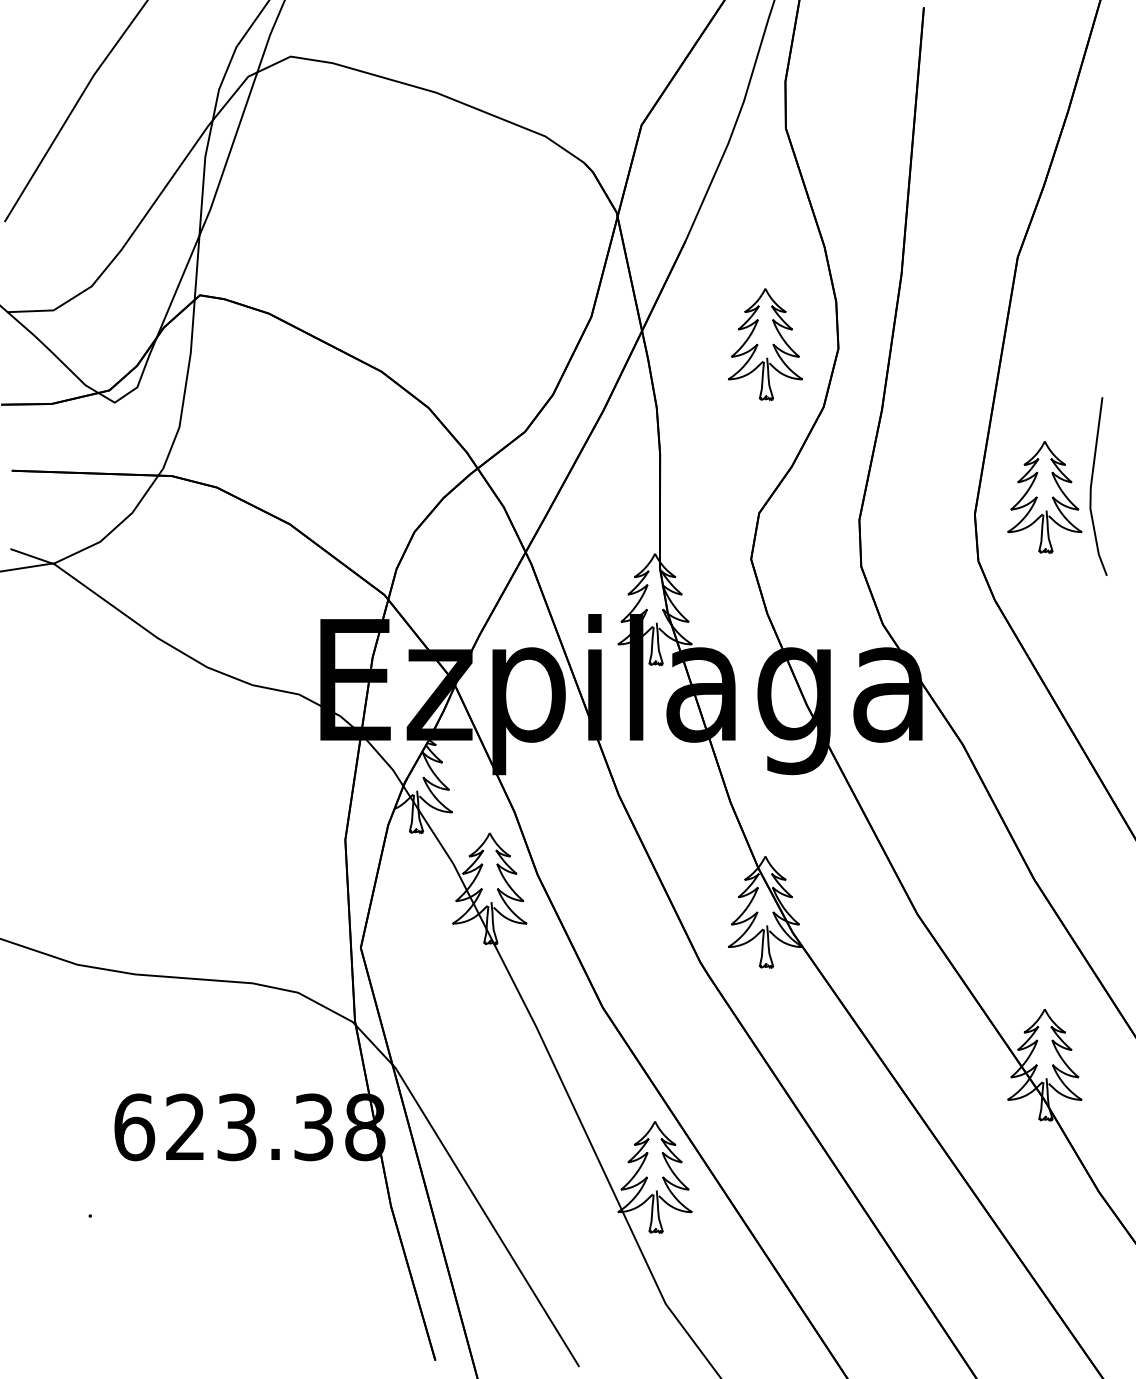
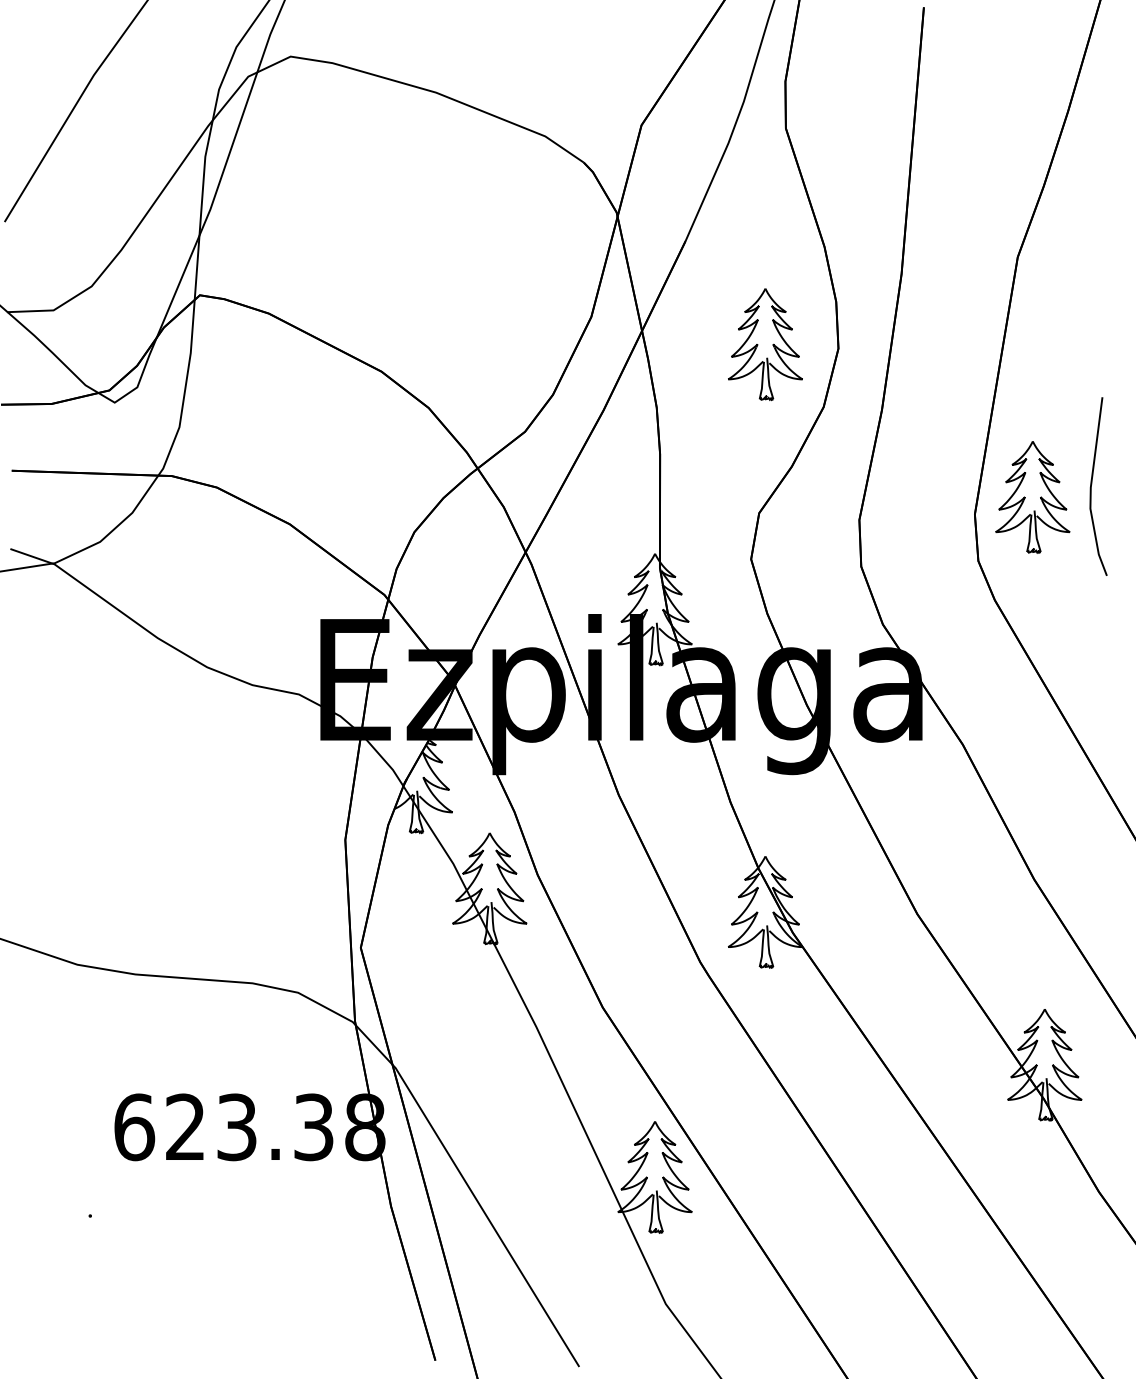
part at (1044, 497) position: (1044, 497) -> (1032, 497)
